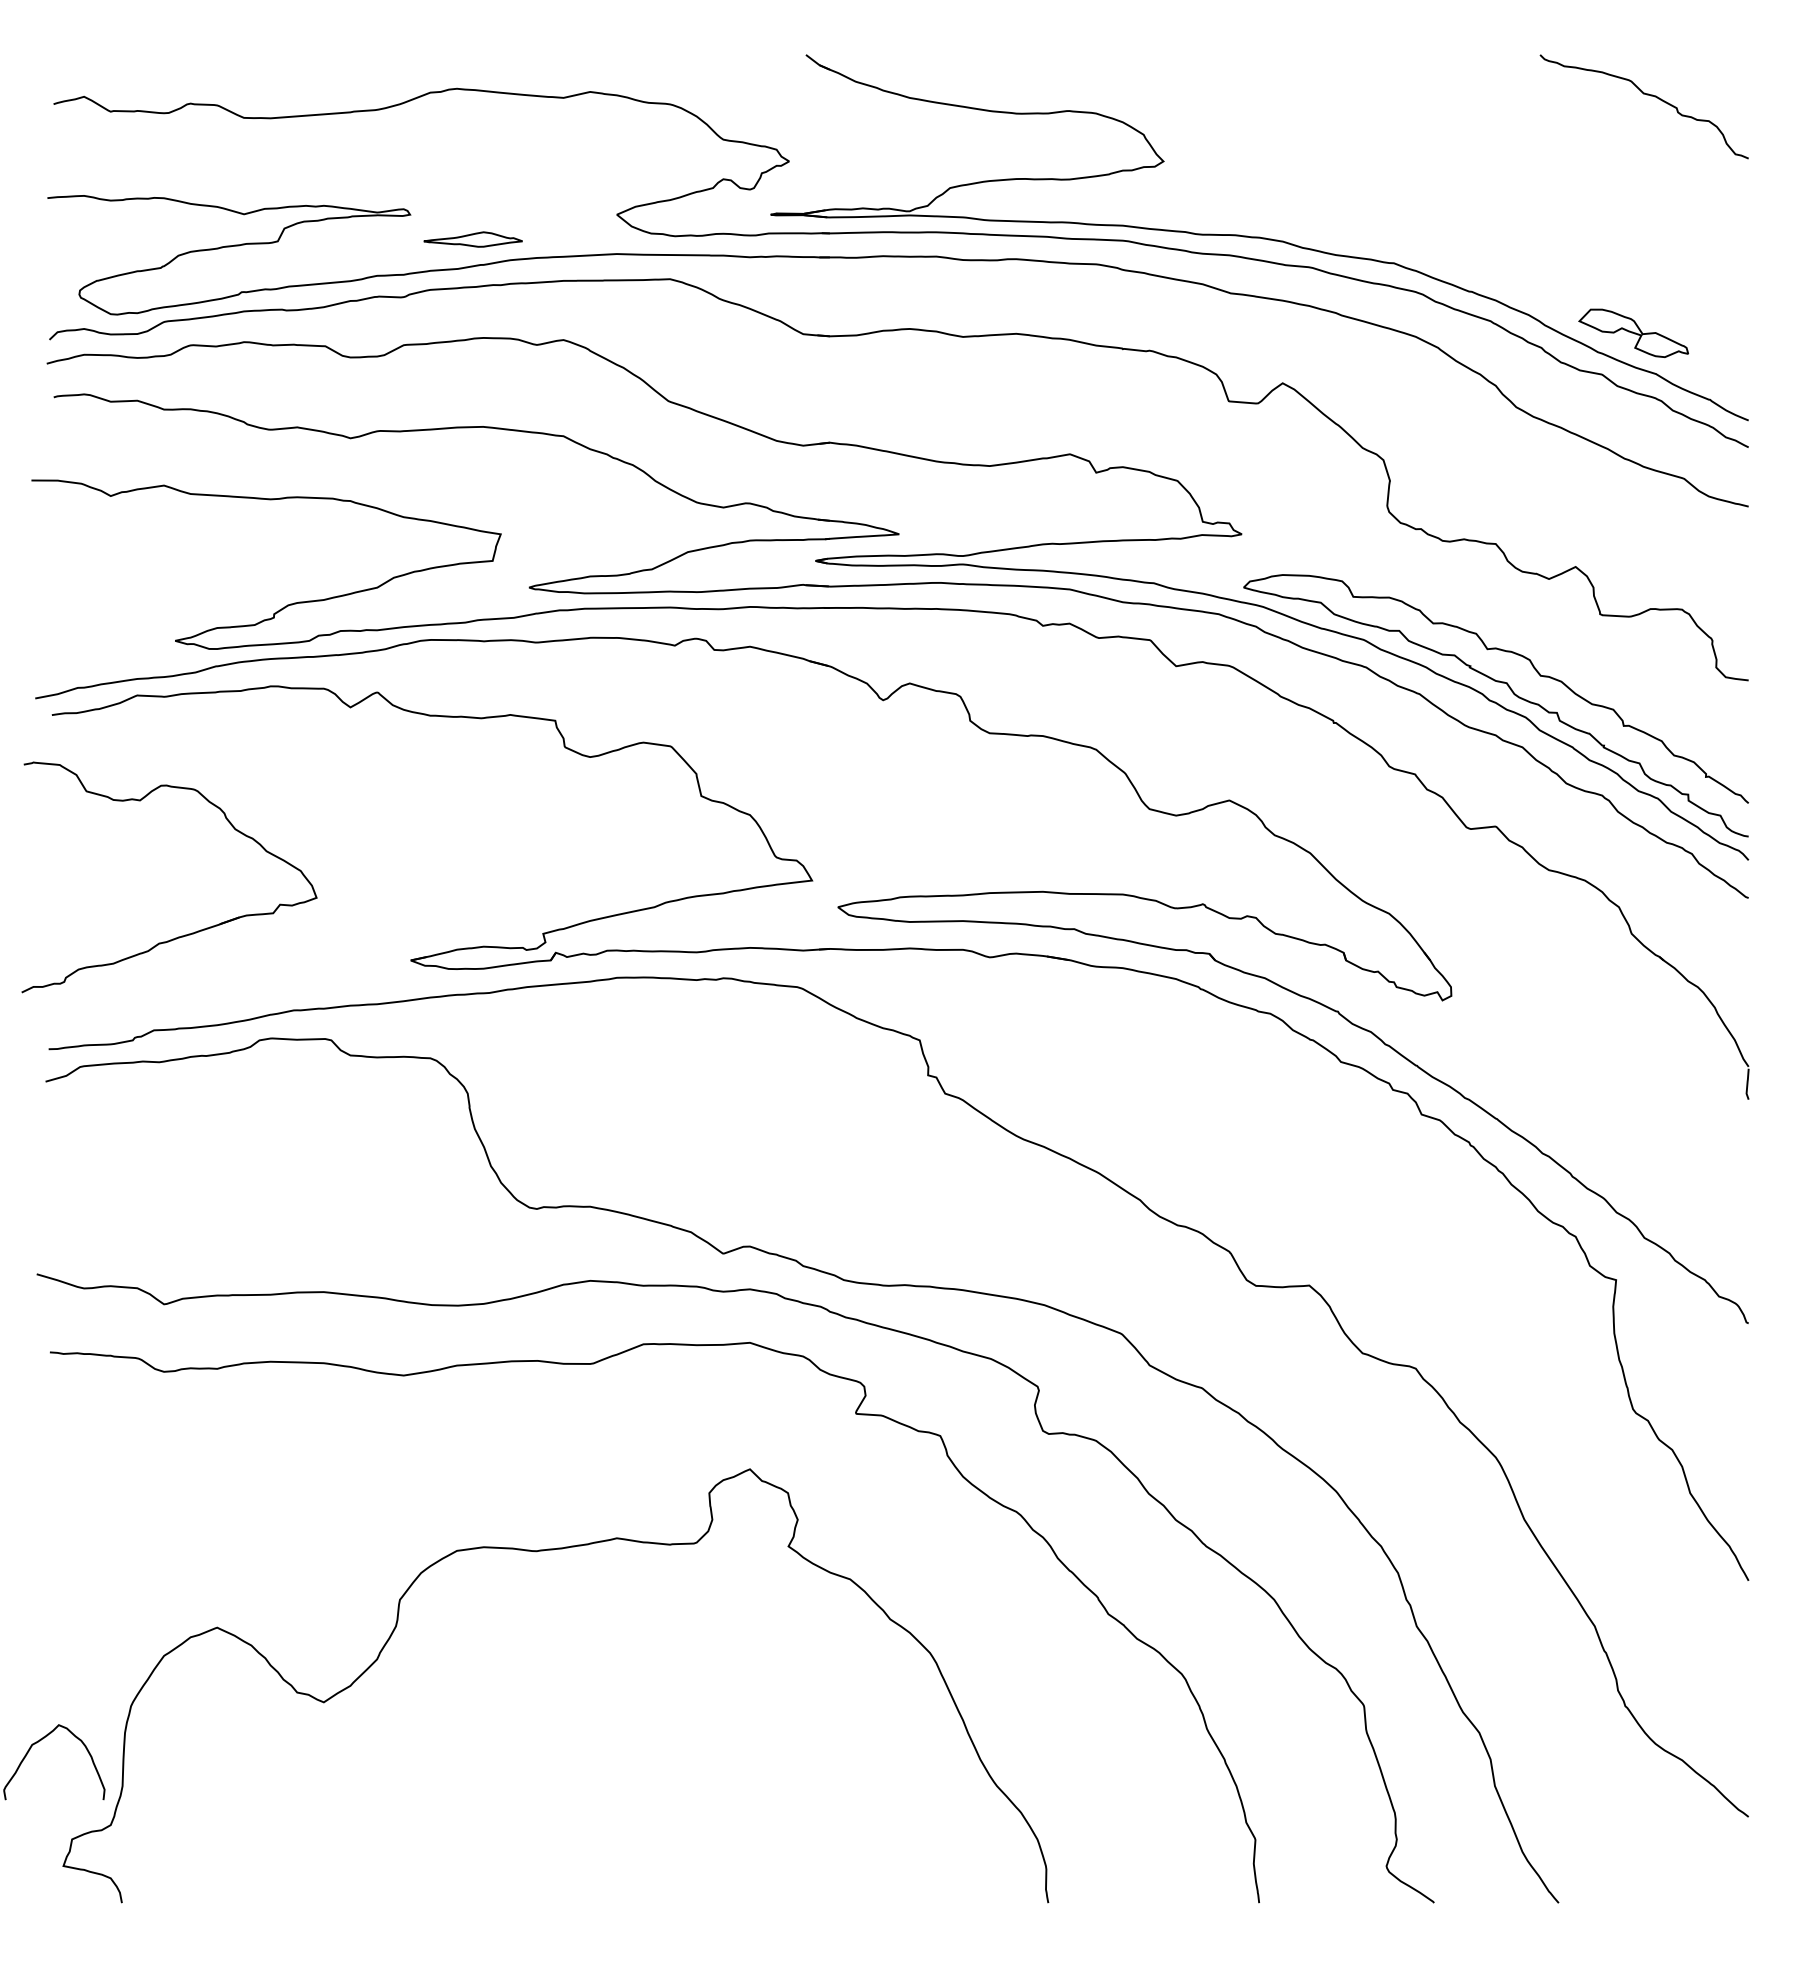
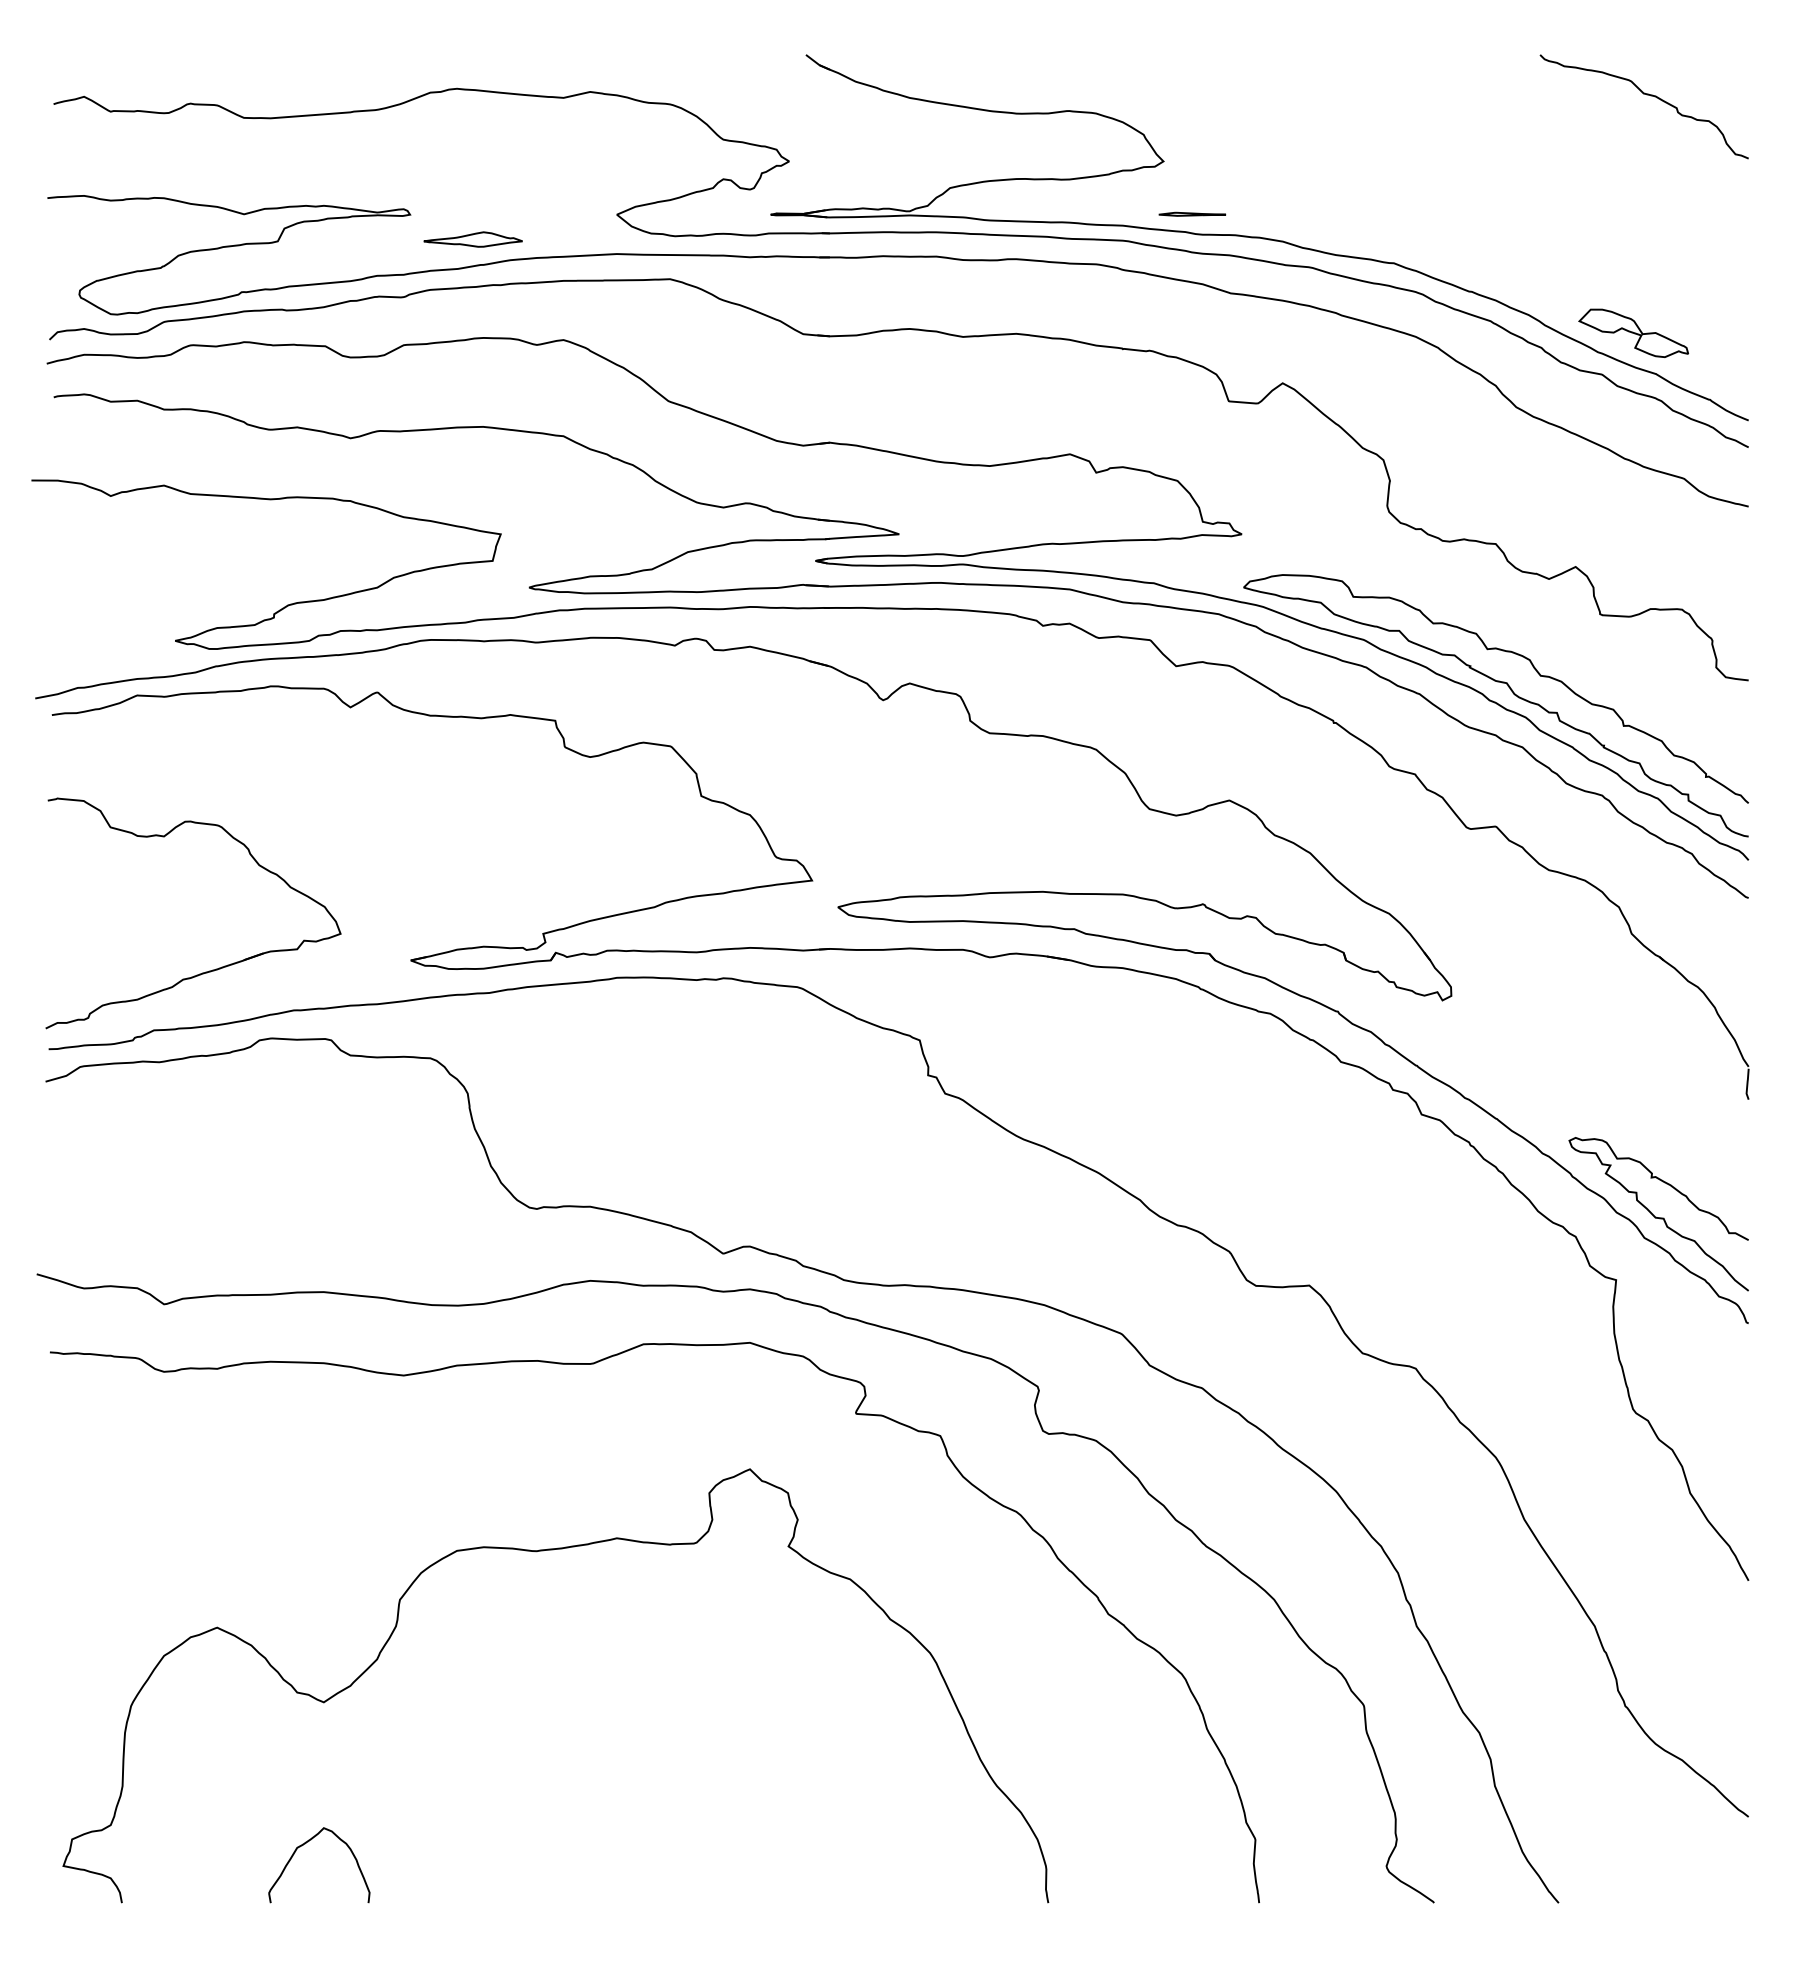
part at (1192, 213): none -> present
part at (188, 933) position: (188, 933) -> (212, 969)
curve at (1656, 1216): none -> present
curve at (40, 1741) position: (40, 1741) -> (305, 1844)
